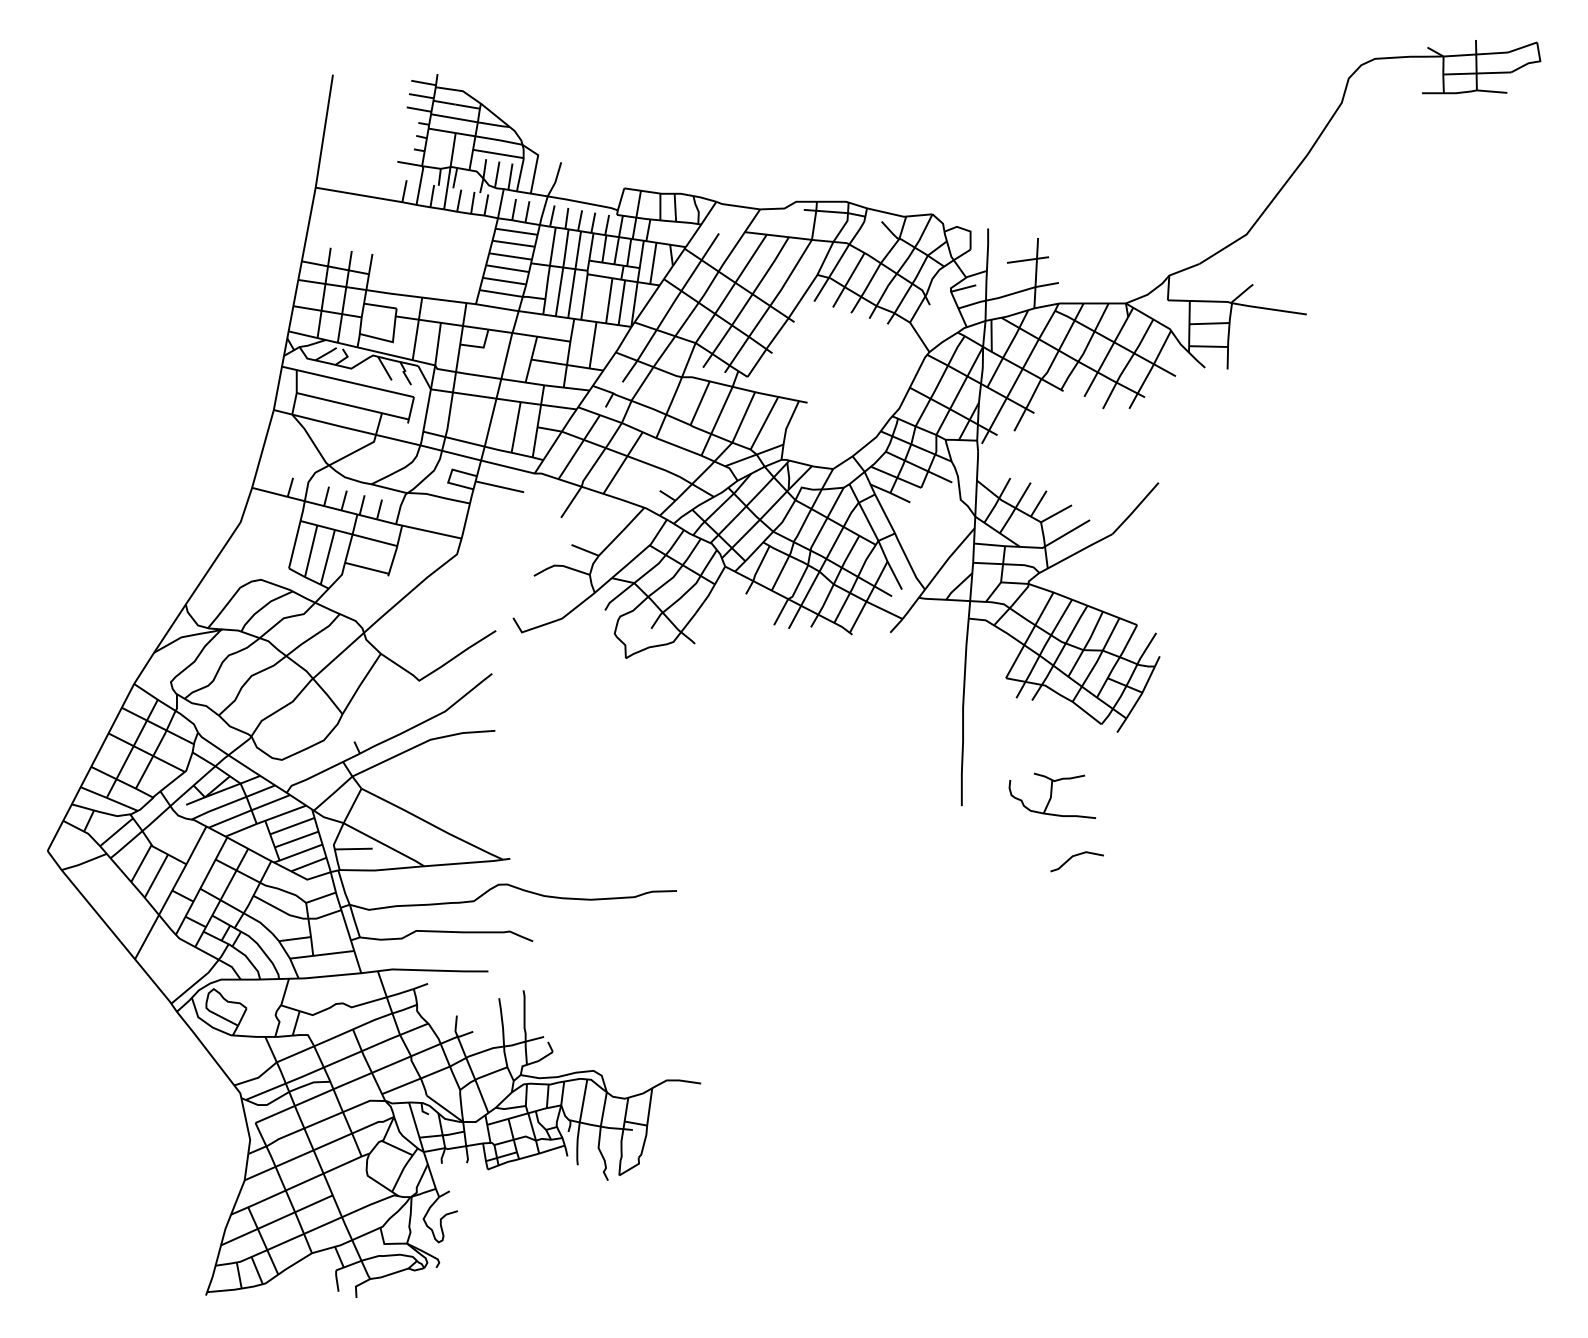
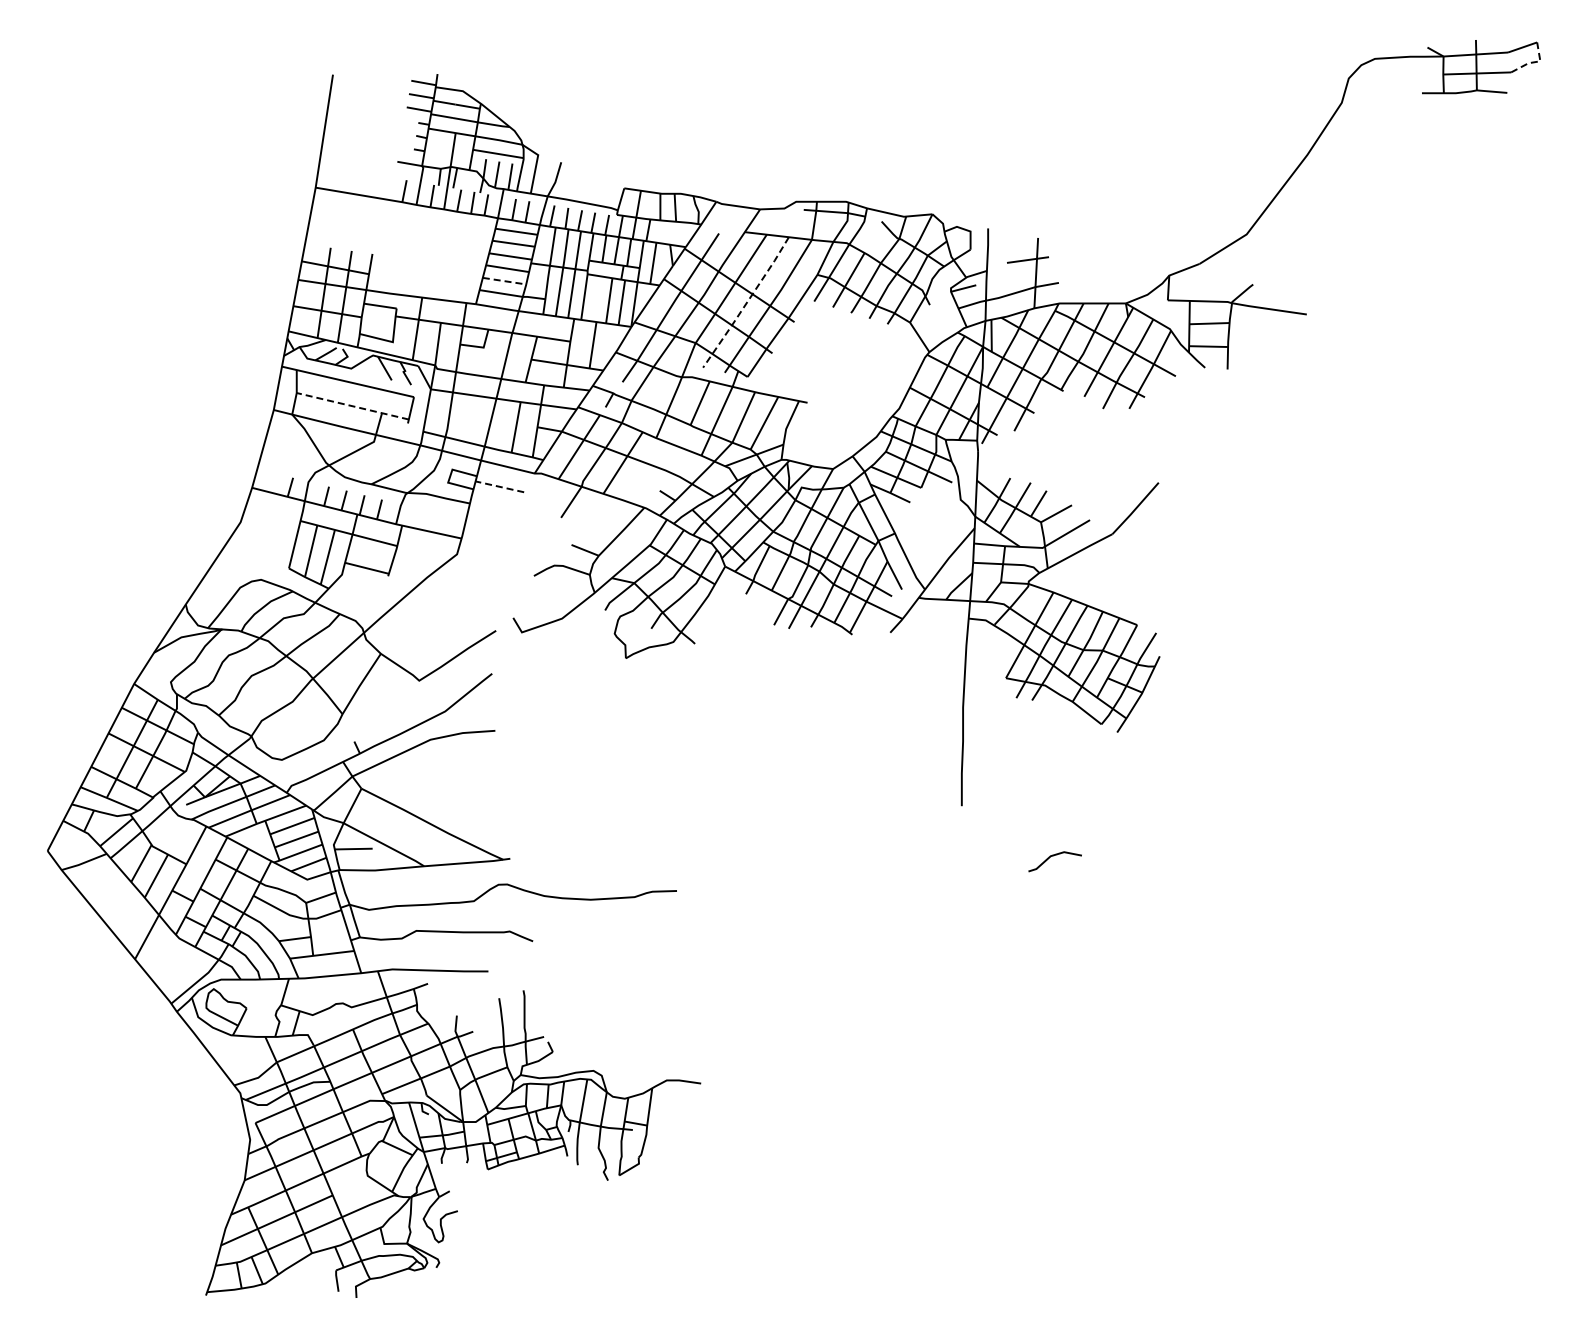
line at (1534, 62): solid -> dashed
line at (504, 281): solid -> dashed
line at (746, 303): solid -> dashed
line at (352, 406): solid -> dashed
line at (499, 486): solid -> dashed
part at (1052, 795): present -> none
line at (1075, 856) position: (1075, 856) -> (1053, 856)
